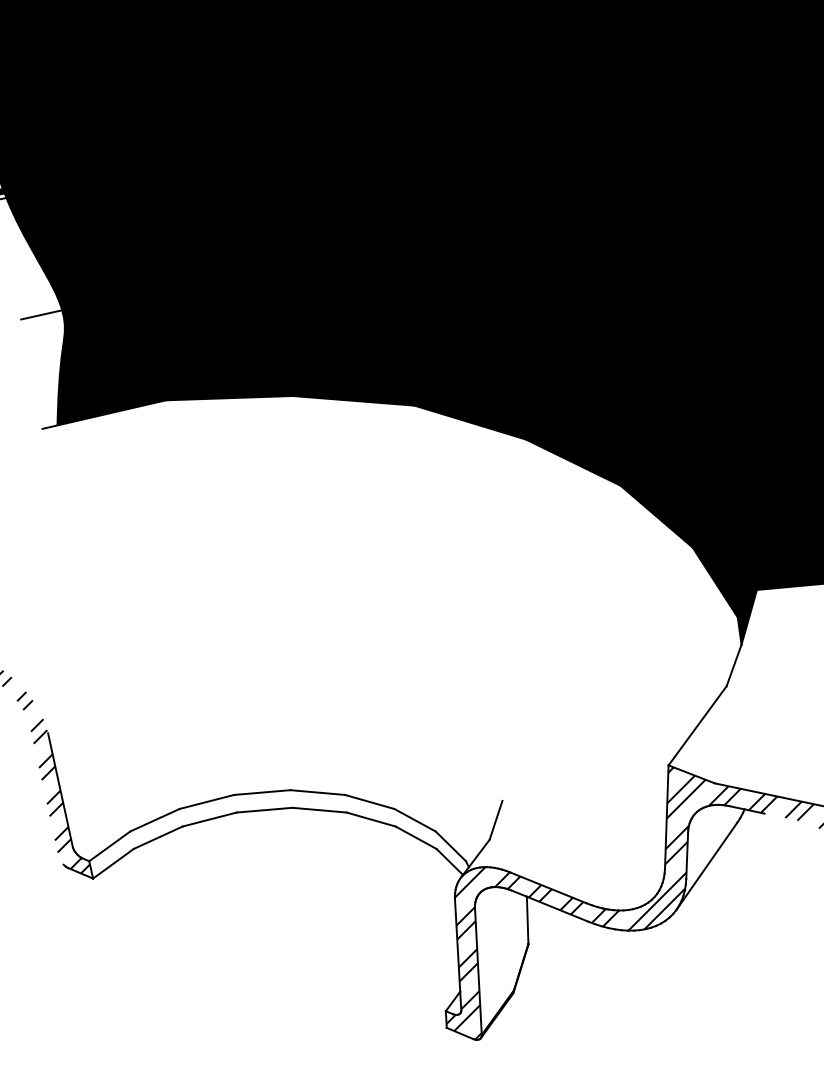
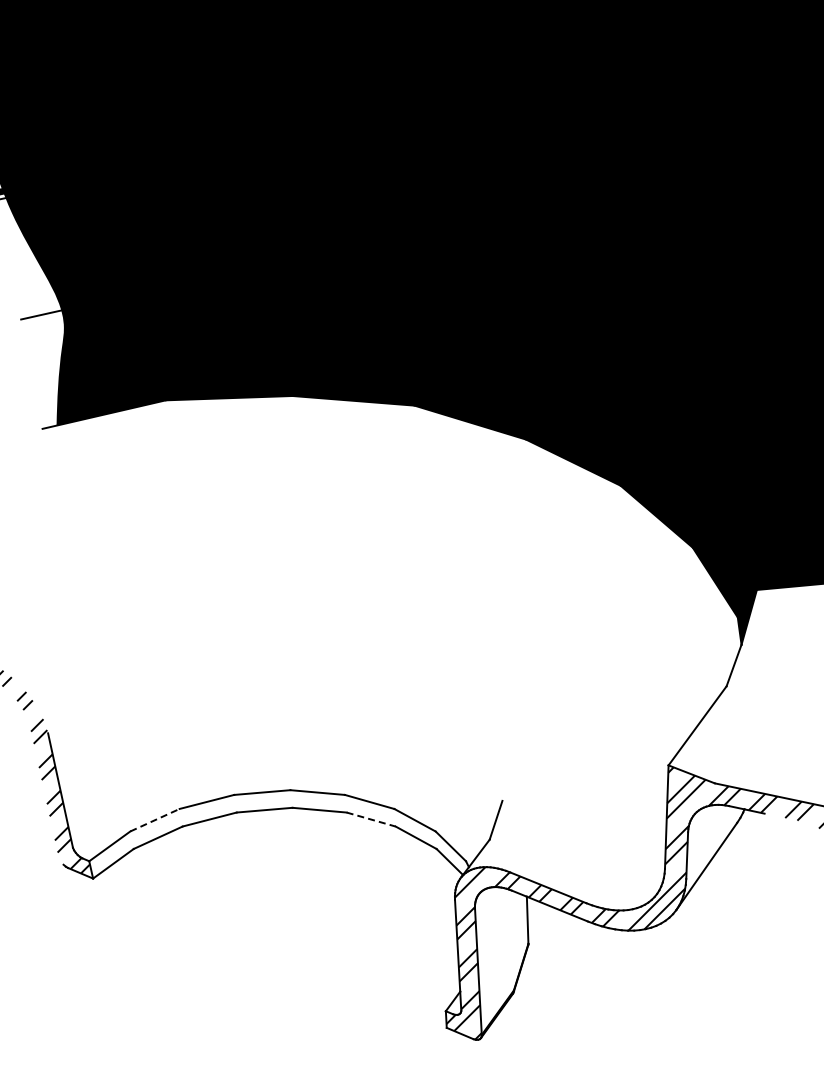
line at (371, 819): solid -> dashed
line at (155, 820): solid -> dashed
